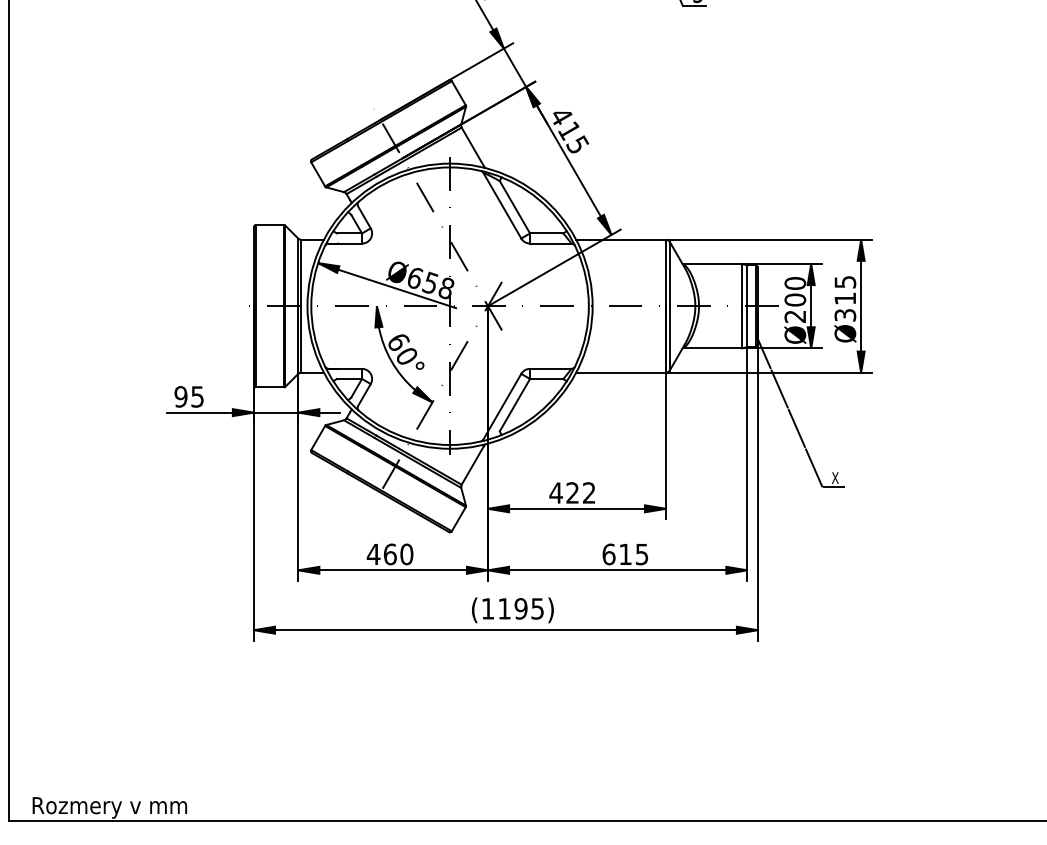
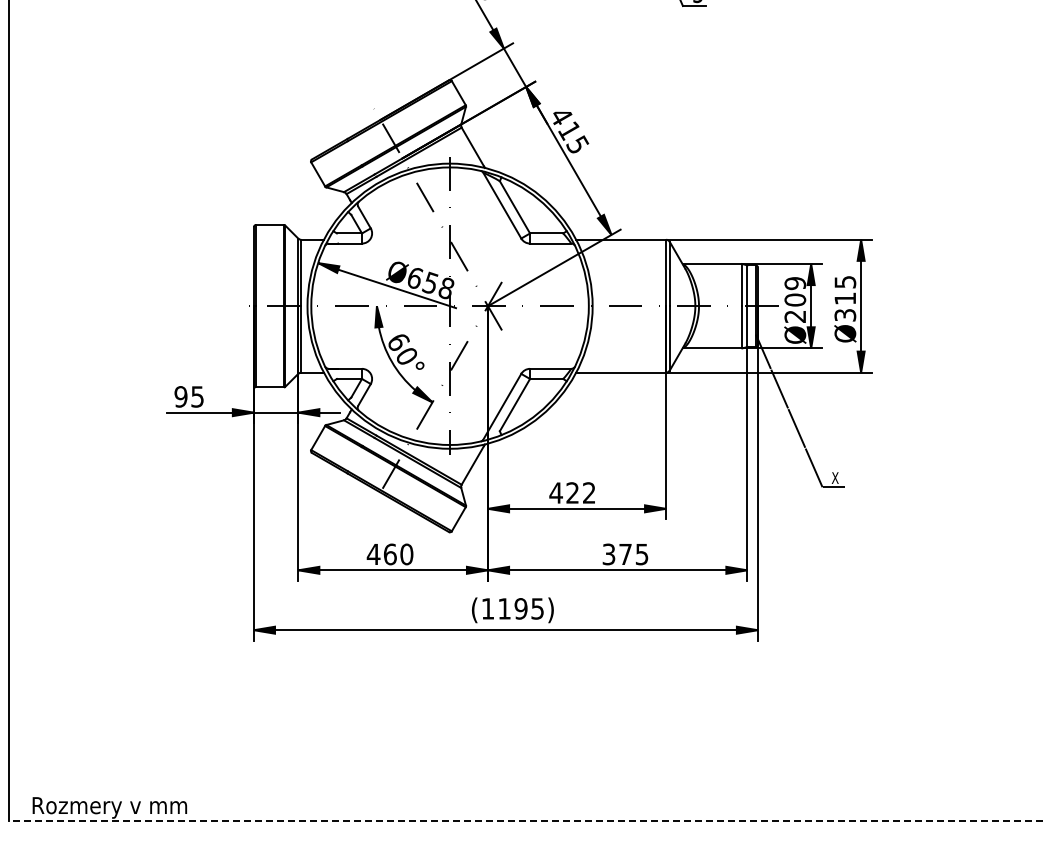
text at (795, 283): Ø200 -> Ø209
text at (616, 554): 615 -> 375
line at (527, 820): solid -> dashed
